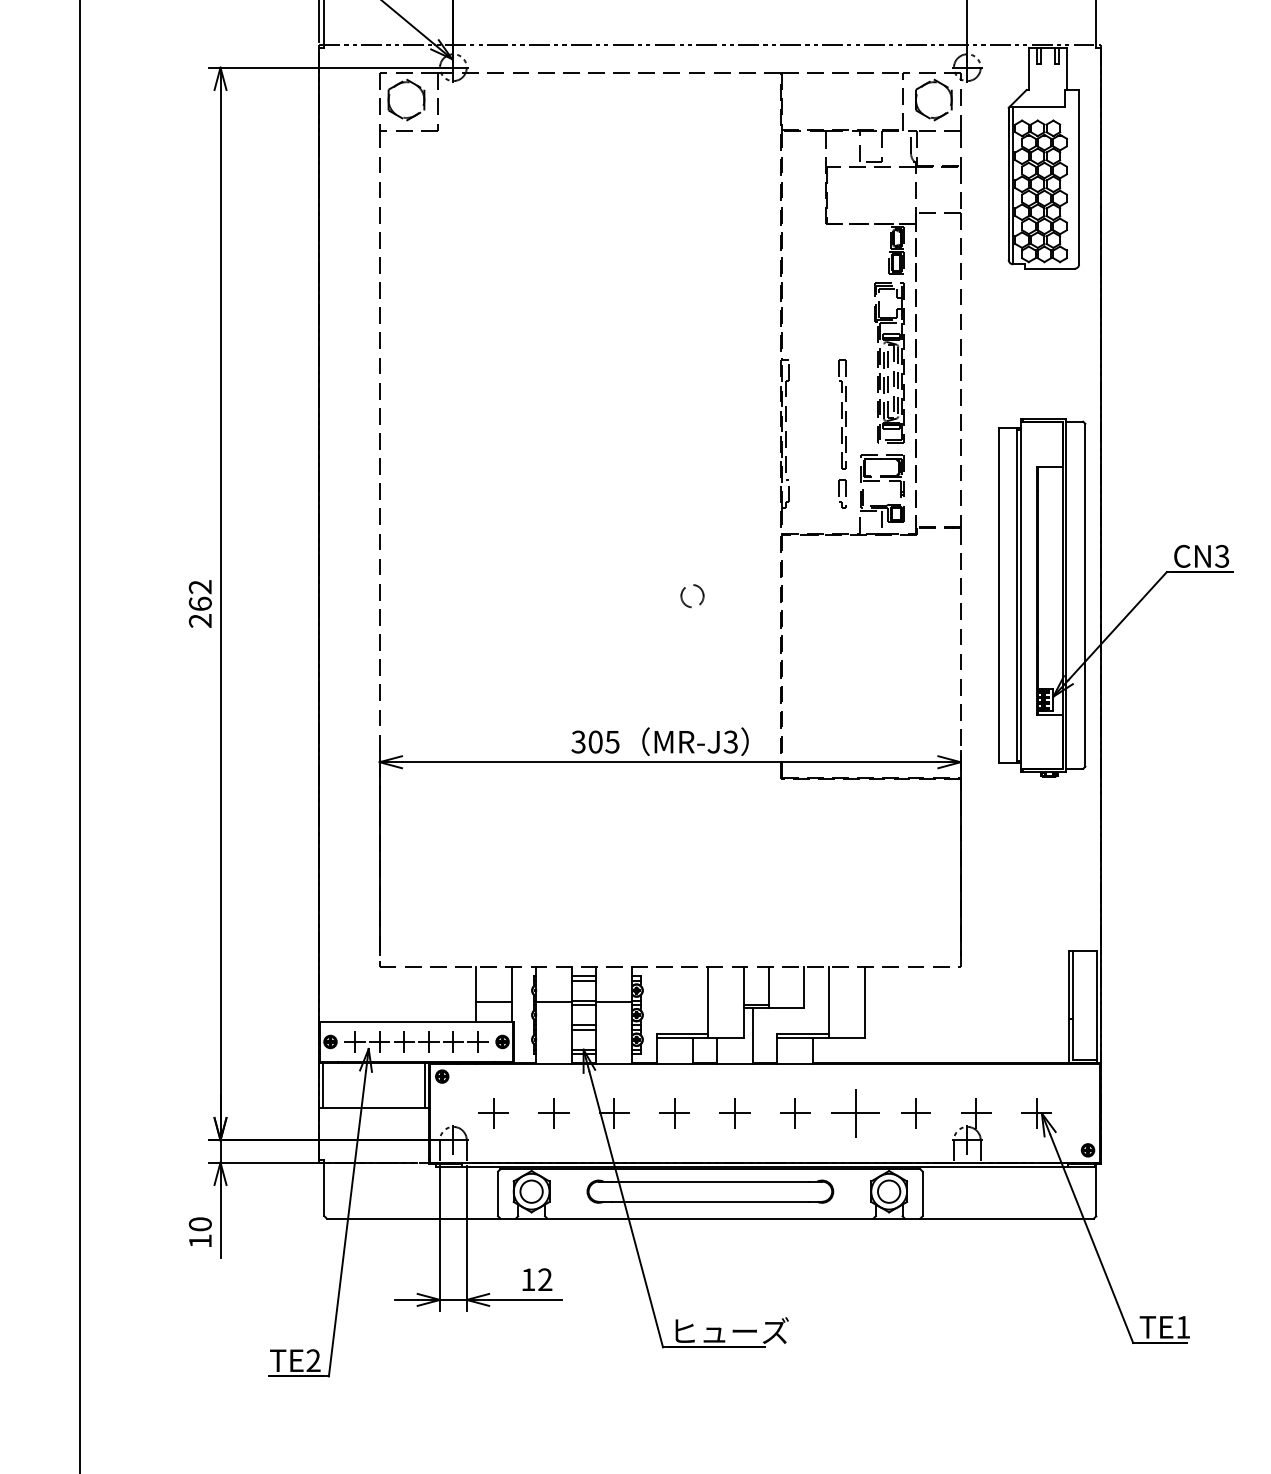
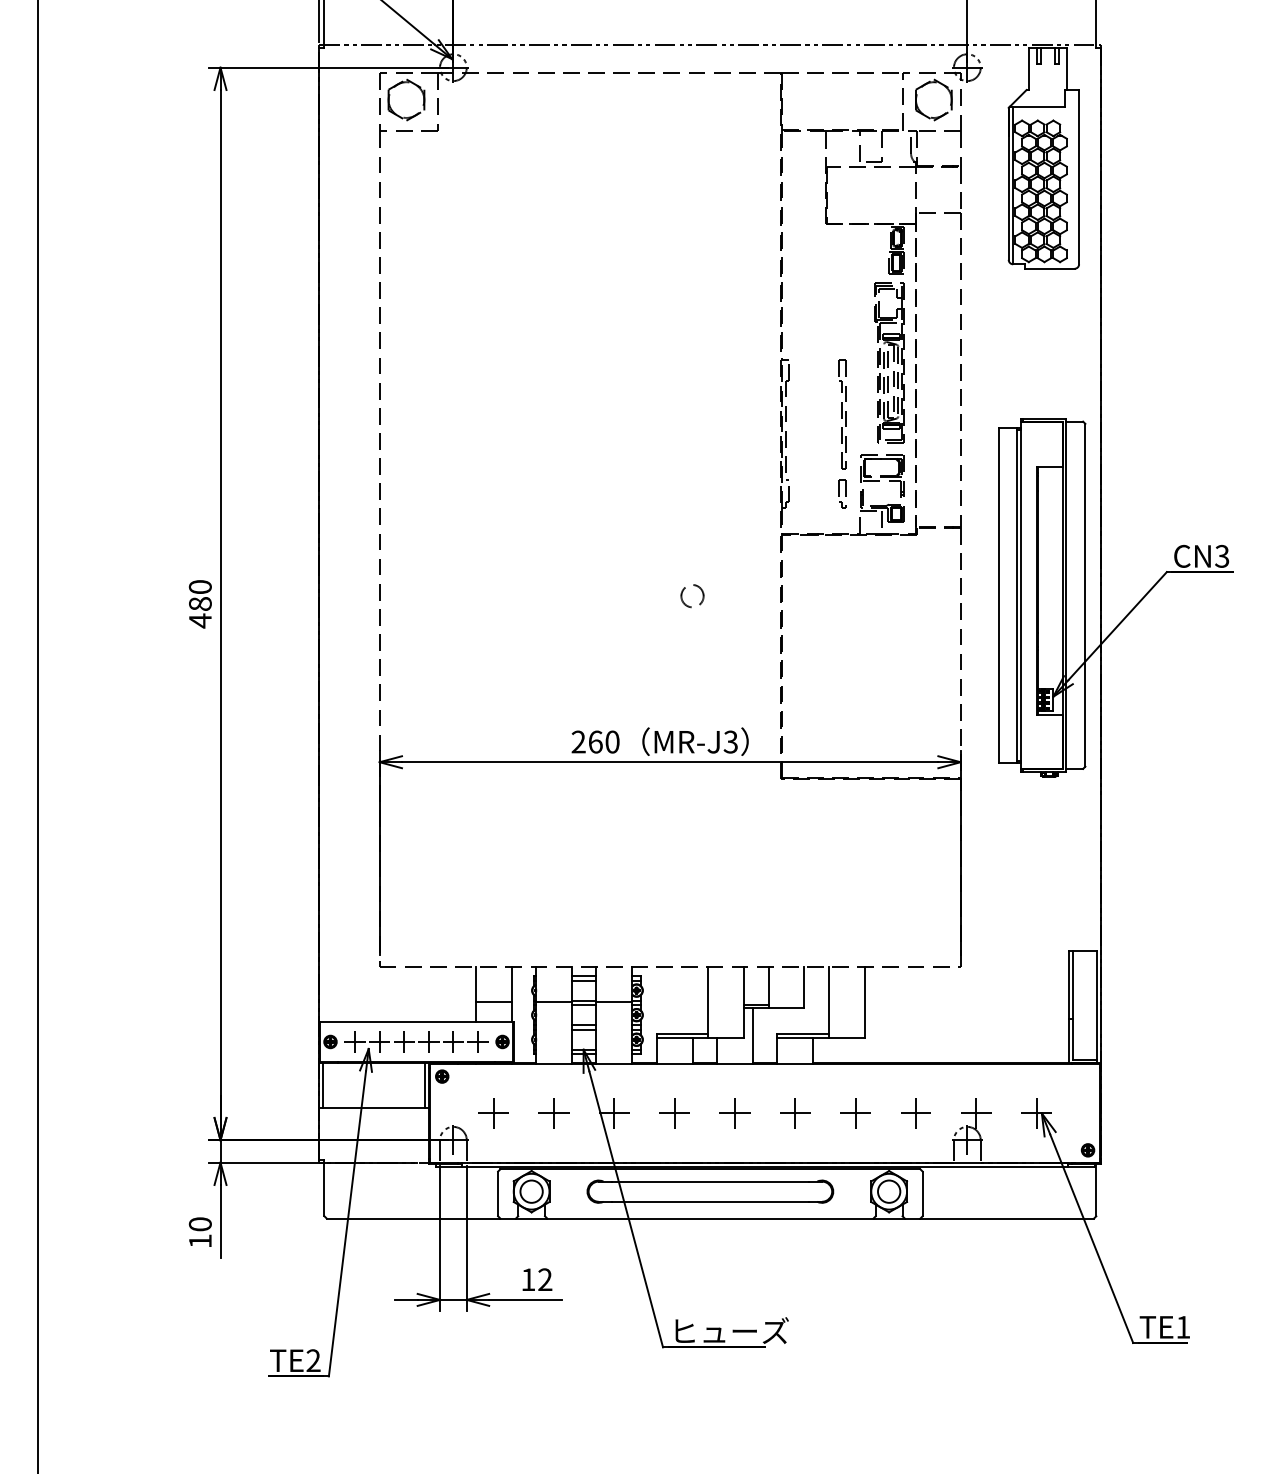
text at (199, 604): 262 -> 480
line at (79, 736) position: (79, 736) -> (37, 736)
text at (595, 741): 305 -> 260
part at (855, 1113) size: 49x49 px -> 31x31 px
